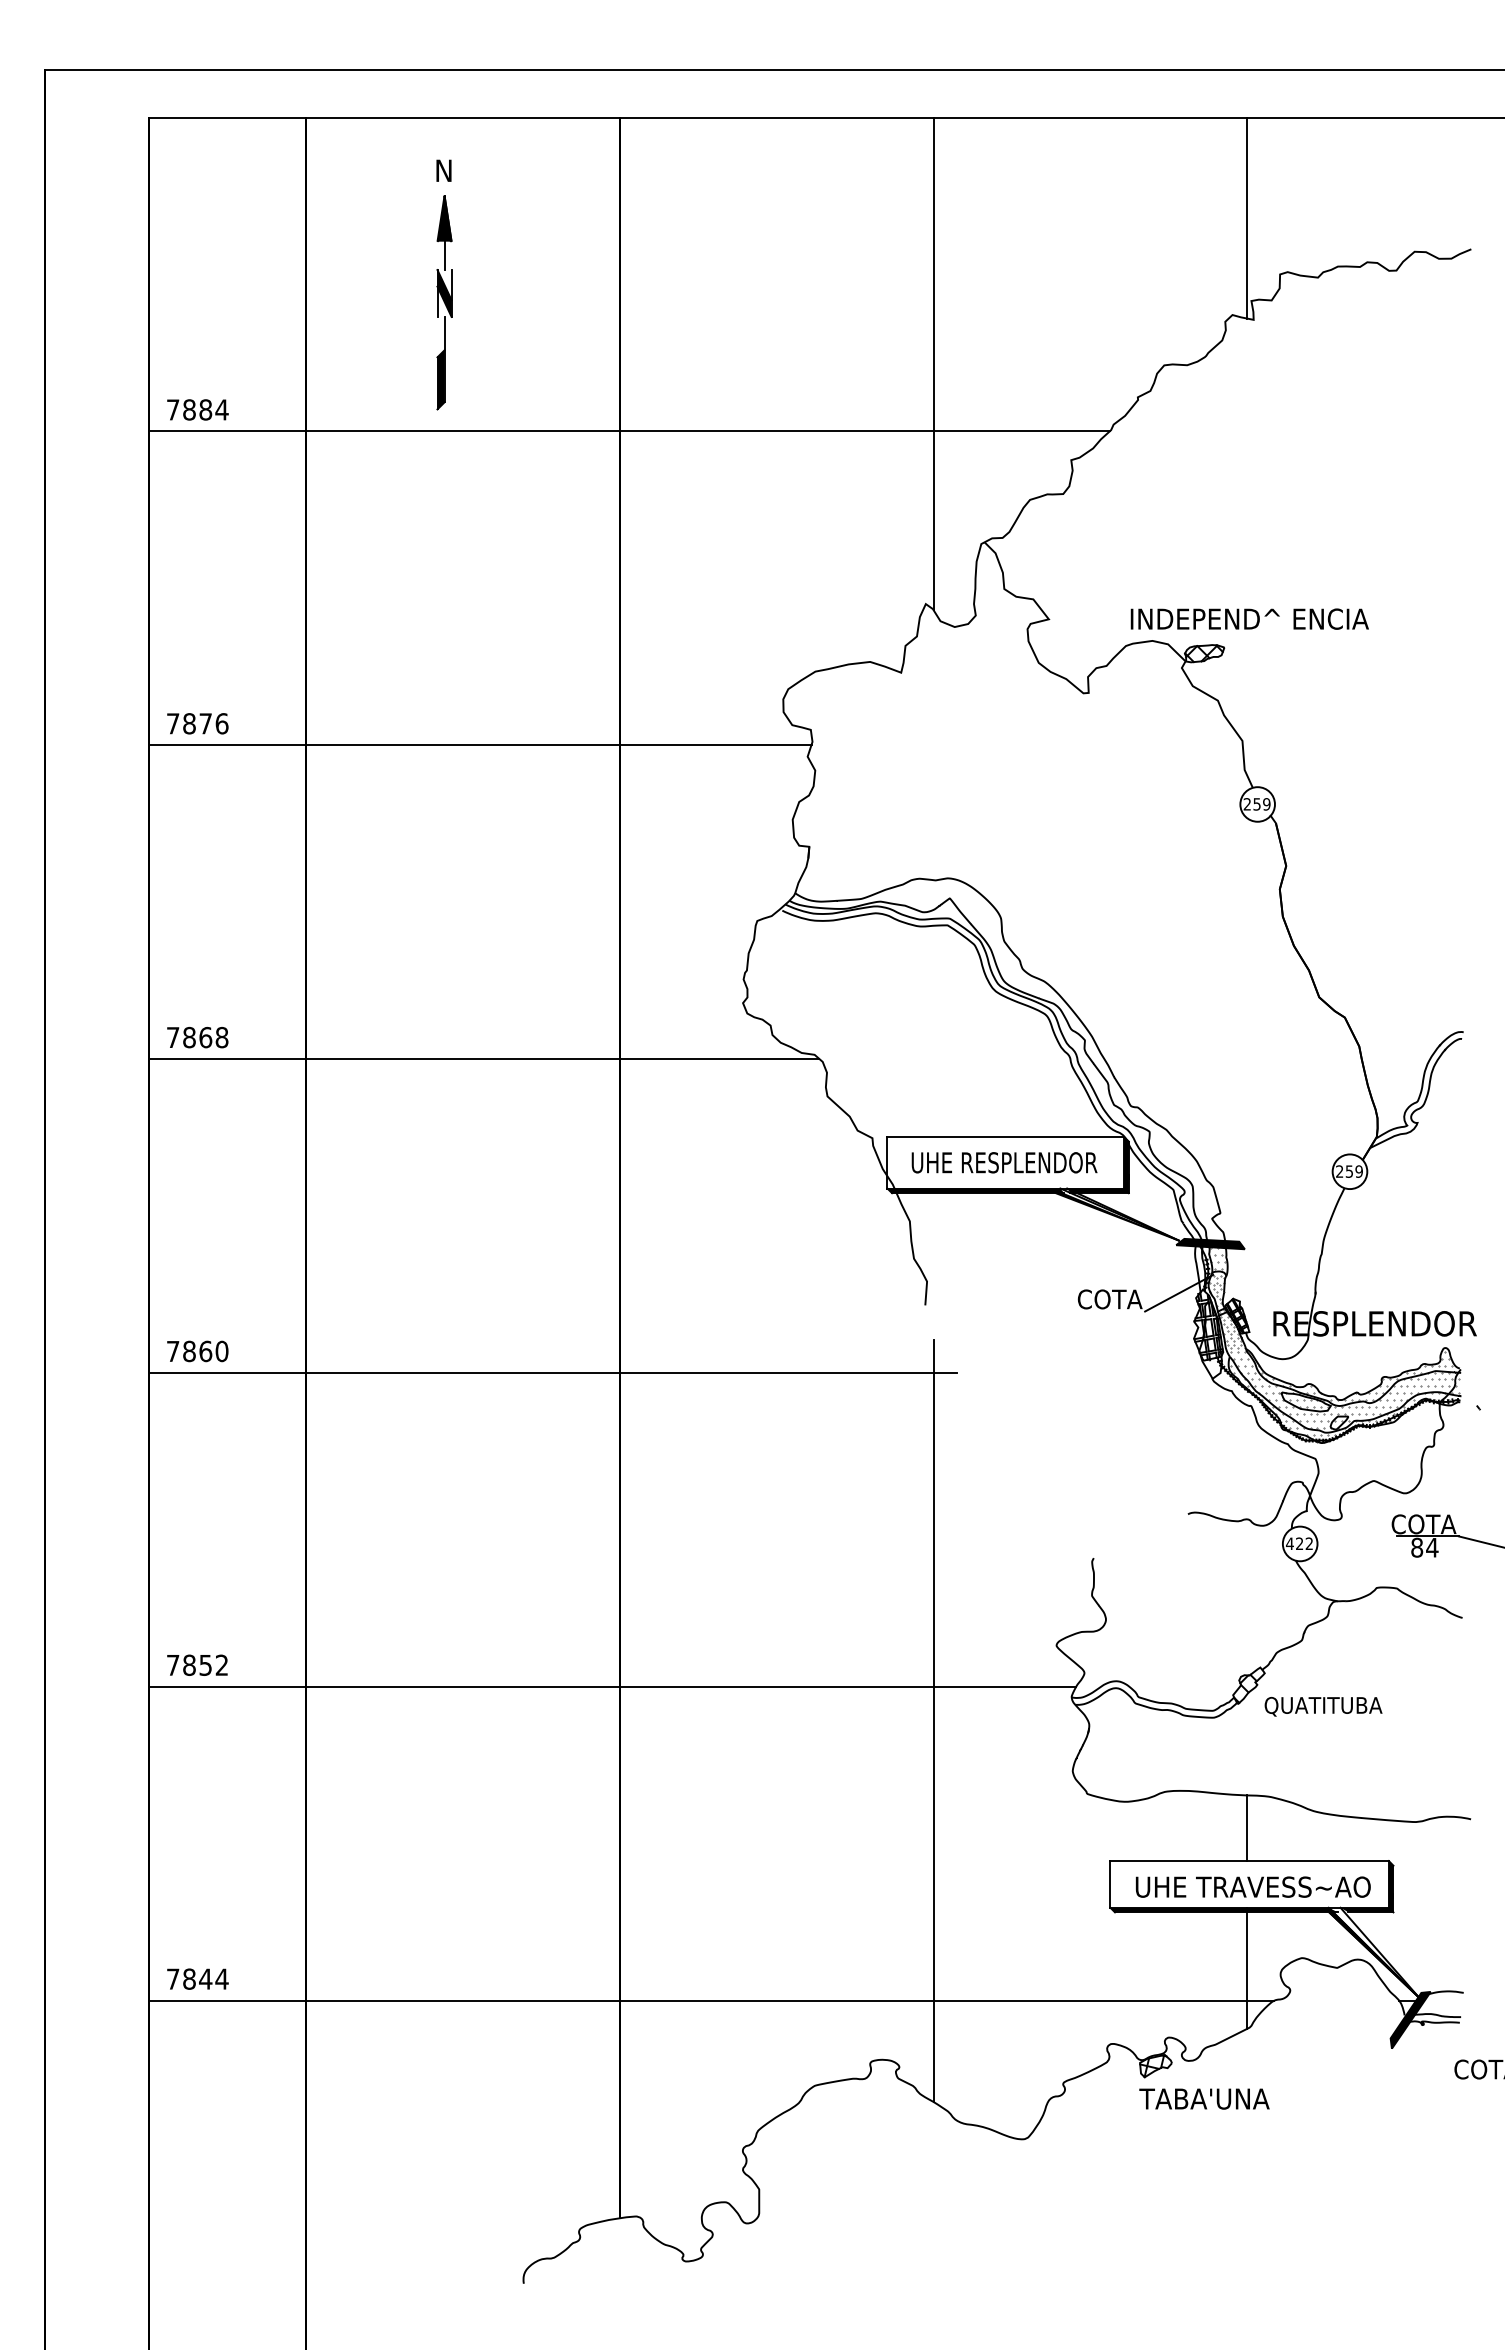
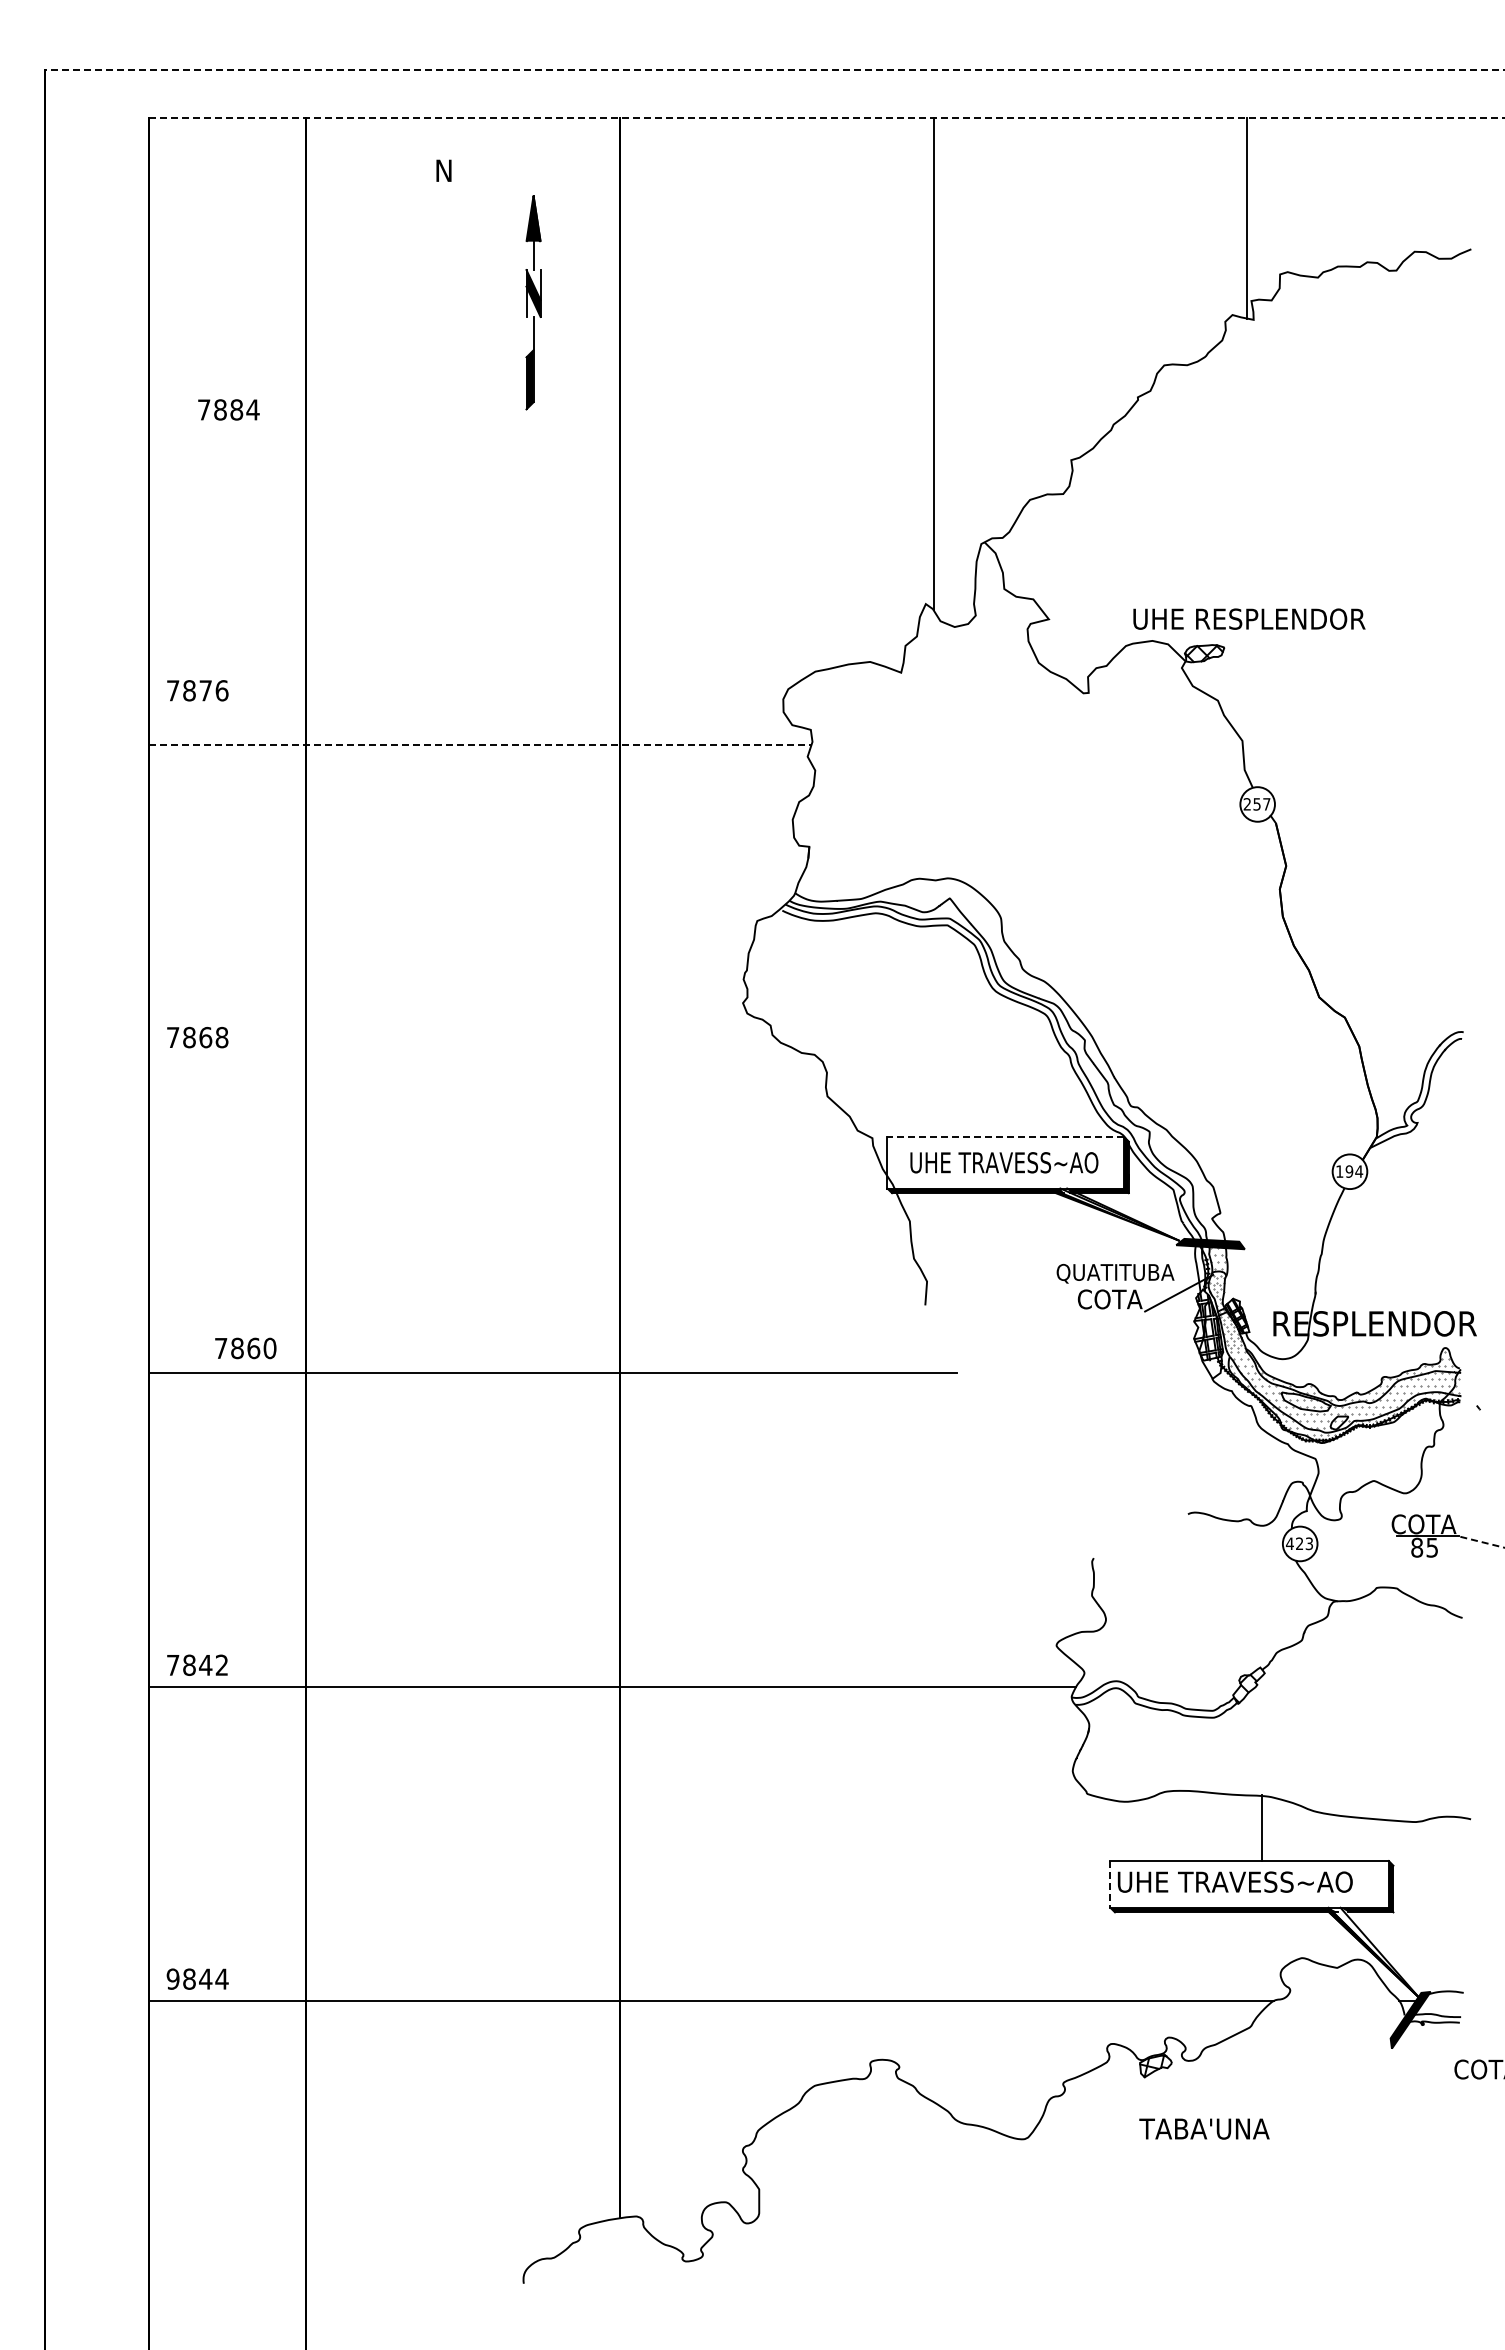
line at (774, 70): solid -> dashed
line at (826, 117): solid -> dashed
part at (444, 302) position: (444, 302) -> (533, 302)
text at (197, 409) position: (197, 409) -> (228, 409)
line at (628, 431): present -> none
text at (1249, 618): INDEPEND^  ENCIA -> UHE RESPLENDOR
text at (197, 723) position: (197, 723) -> (197, 690)
line at (480, 745): solid -> dashed
text at (1266, 804): 259 -> 257
line at (483, 1059): present -> none
line at (1005, 1136): solid -> dashed
text at (1004, 1162): UHE RESPLENDOR -> UHE TRAVESS~AO
text at (1349, 1171): 259 -> 194
text at (197, 1351) position: (197, 1351) -> (245, 1348)
line at (1481, 1541): solid -> dashed
text at (1308, 1544): 422 -> 423
text at (1432, 1547): 84 -> 85
text at (205, 1665): 7852 -> 7842
text at (1323, 1706) position: (1323, 1706) -> (1115, 1273)
line at (933, 1721): present -> none
line at (1247, 1828) position: (1247, 1828) -> (1262, 1828)
line at (1110, 1884): solid -> dashed
text at (1252, 1886) position: (1252, 1886) -> (1234, 1881)
line at (1247, 1967): present -> none
text at (172, 1978): 7844 -> 9844
text at (1204, 2098) position: (1204, 2098) -> (1204, 2128)
